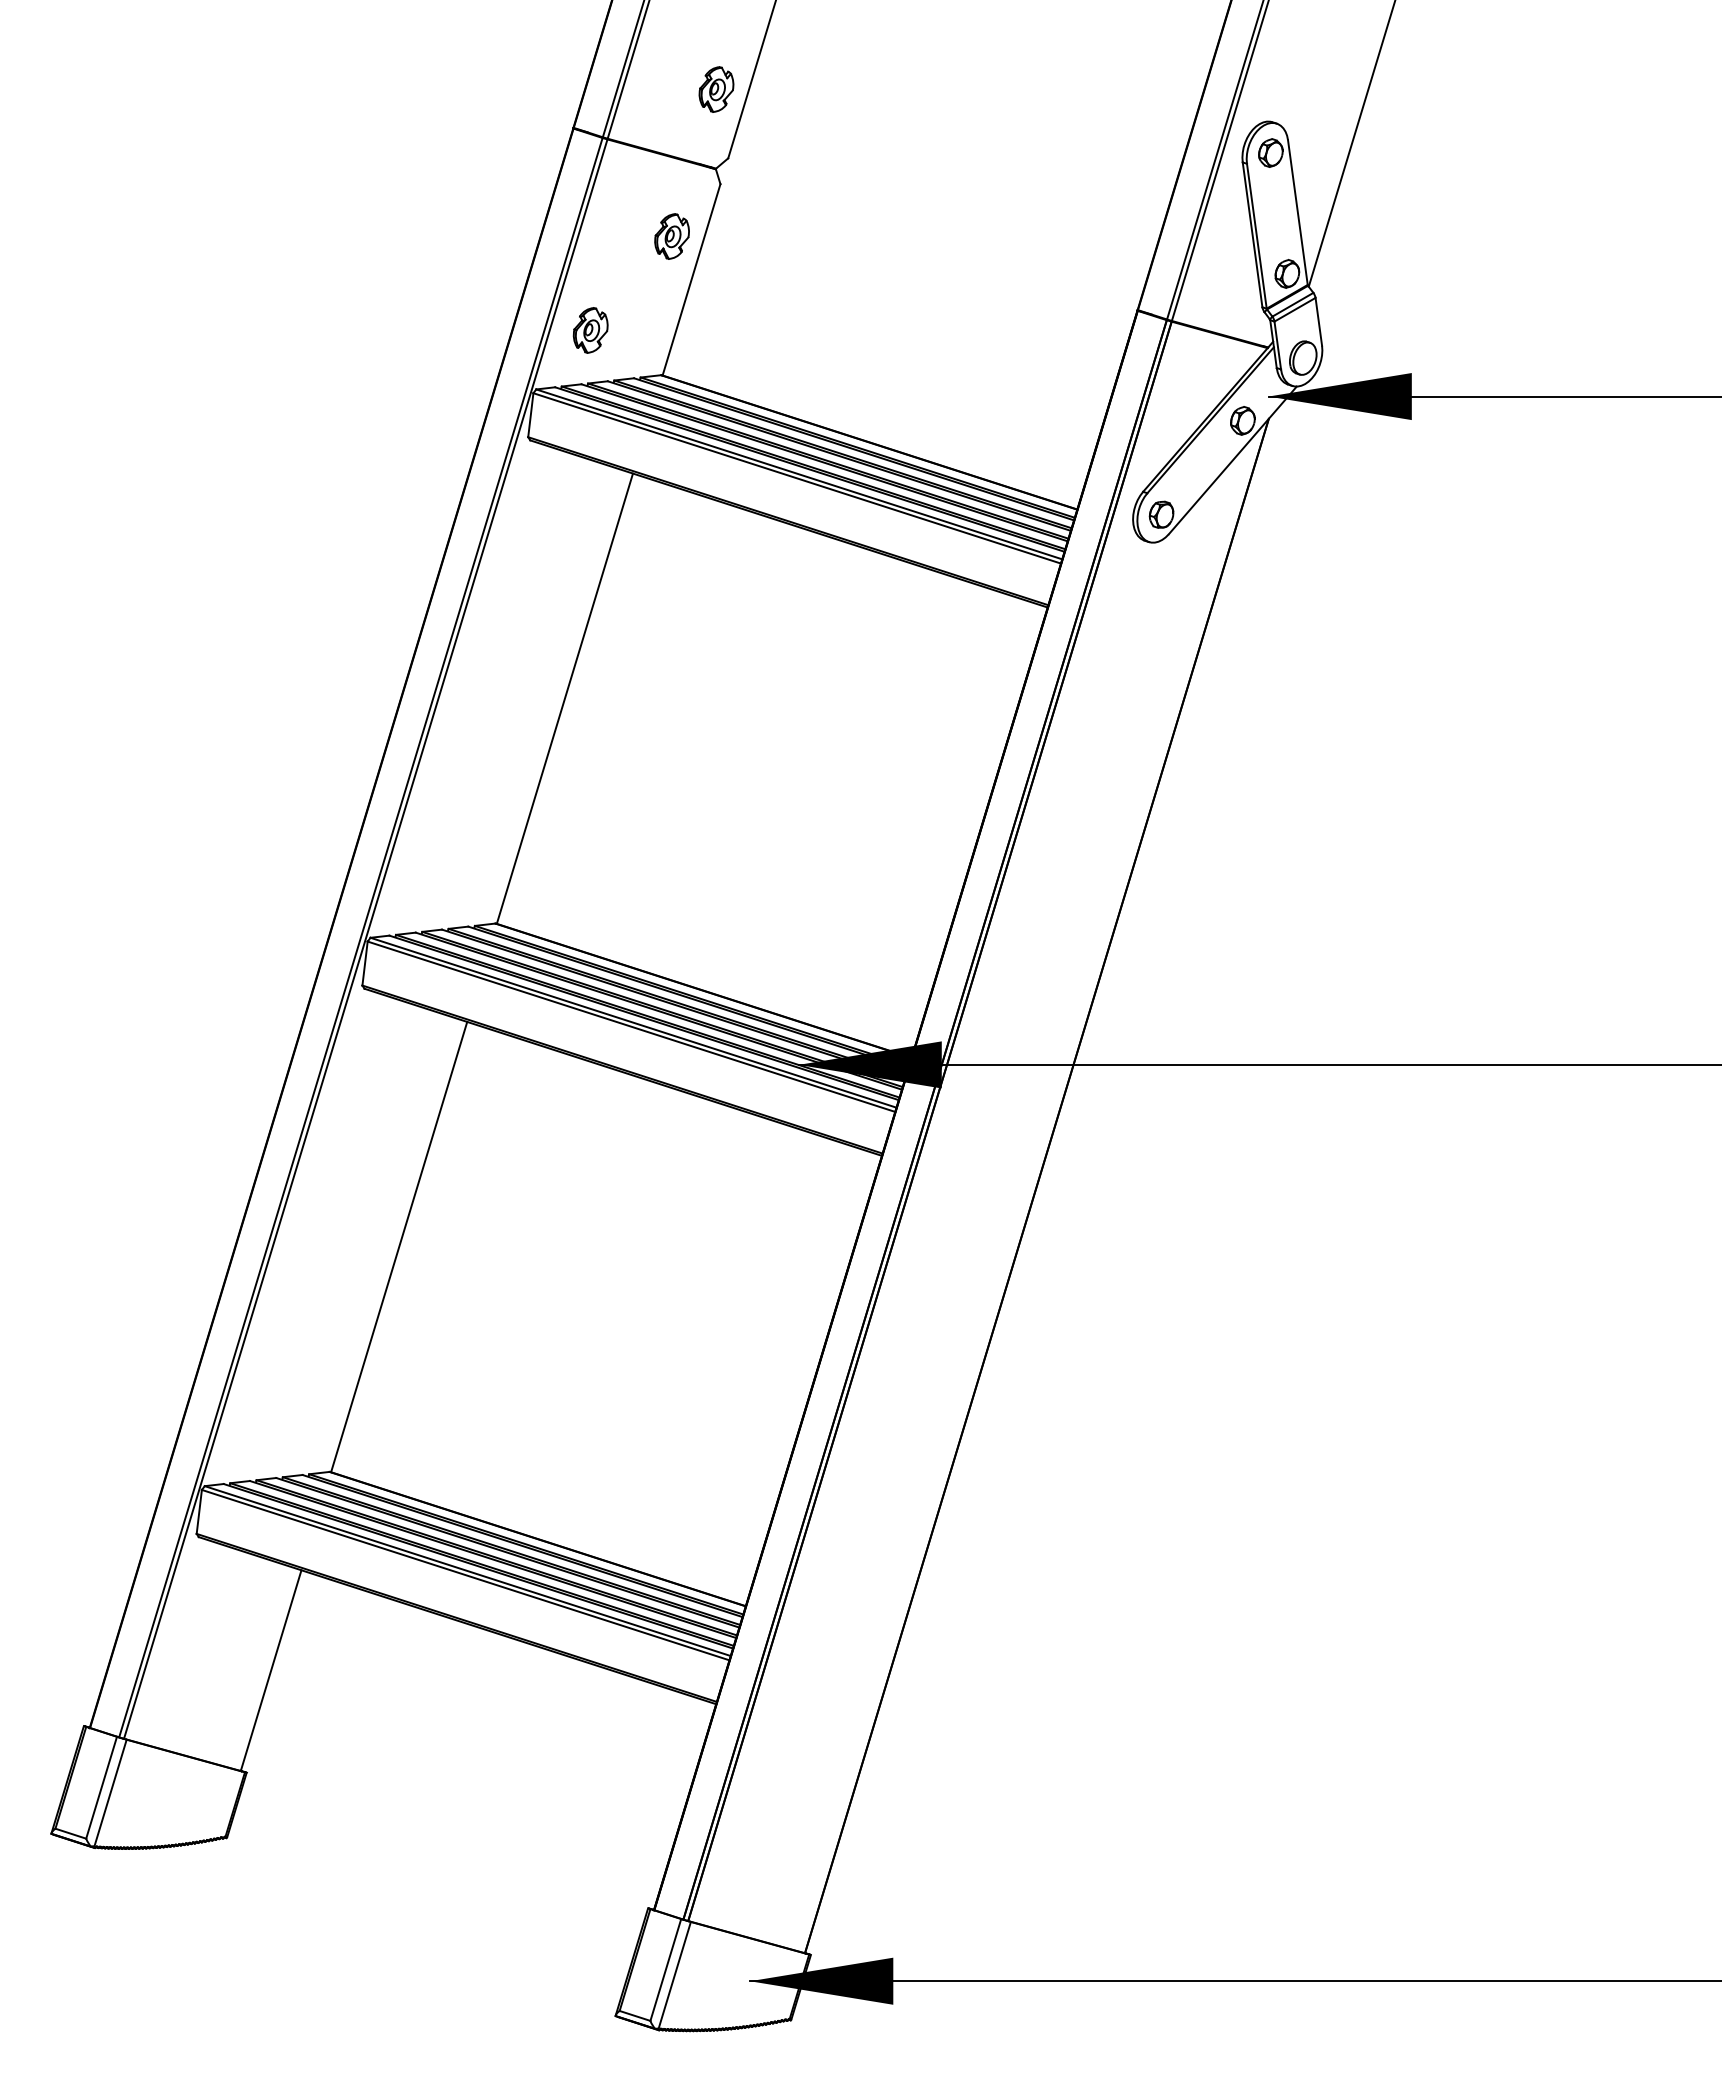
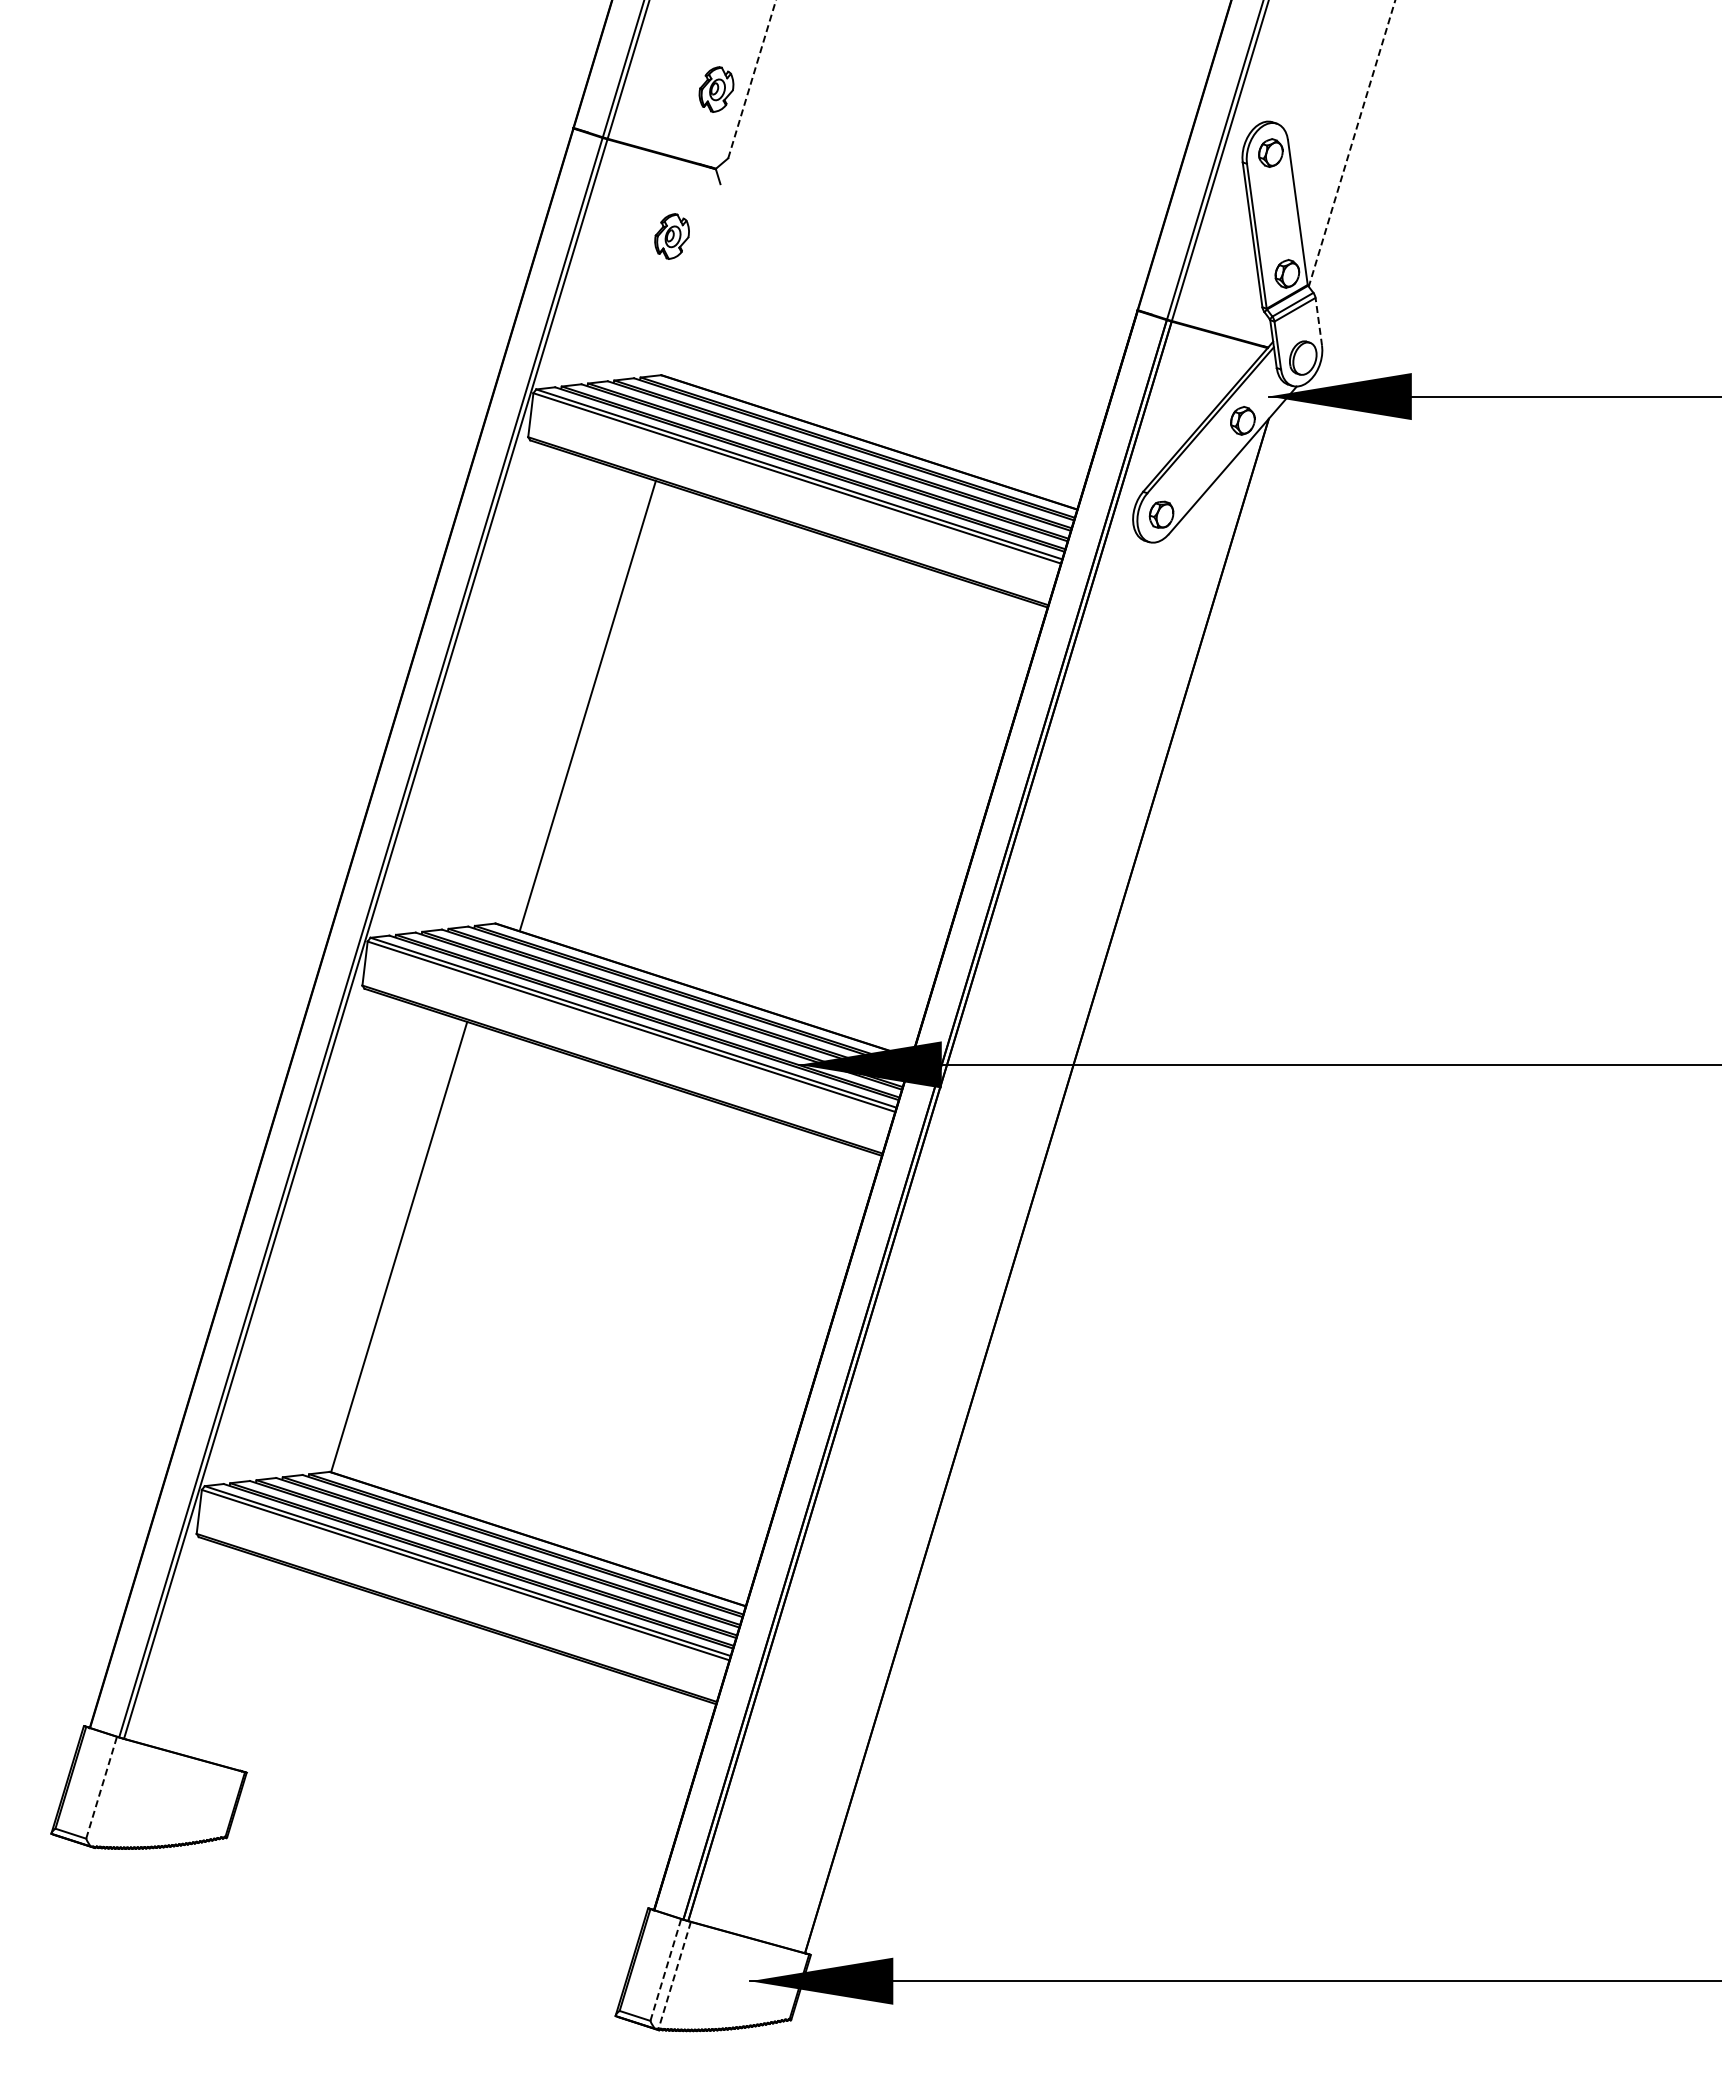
line at (752, 79): solid -> dashed
line at (1351, 144): solid -> dashed
line at (691, 279): present -> none
line at (1318, 321): solid -> dashed
part at (590, 330): present -> none
line at (564, 698) position: (564, 698) -> (587, 705)
line at (270, 1670): present -> none
line at (101, 1787): solid -> dashed
line at (110, 1793): present -> none
line at (665, 1969): solid -> dashed
line at (674, 1976): solid -> dashed
